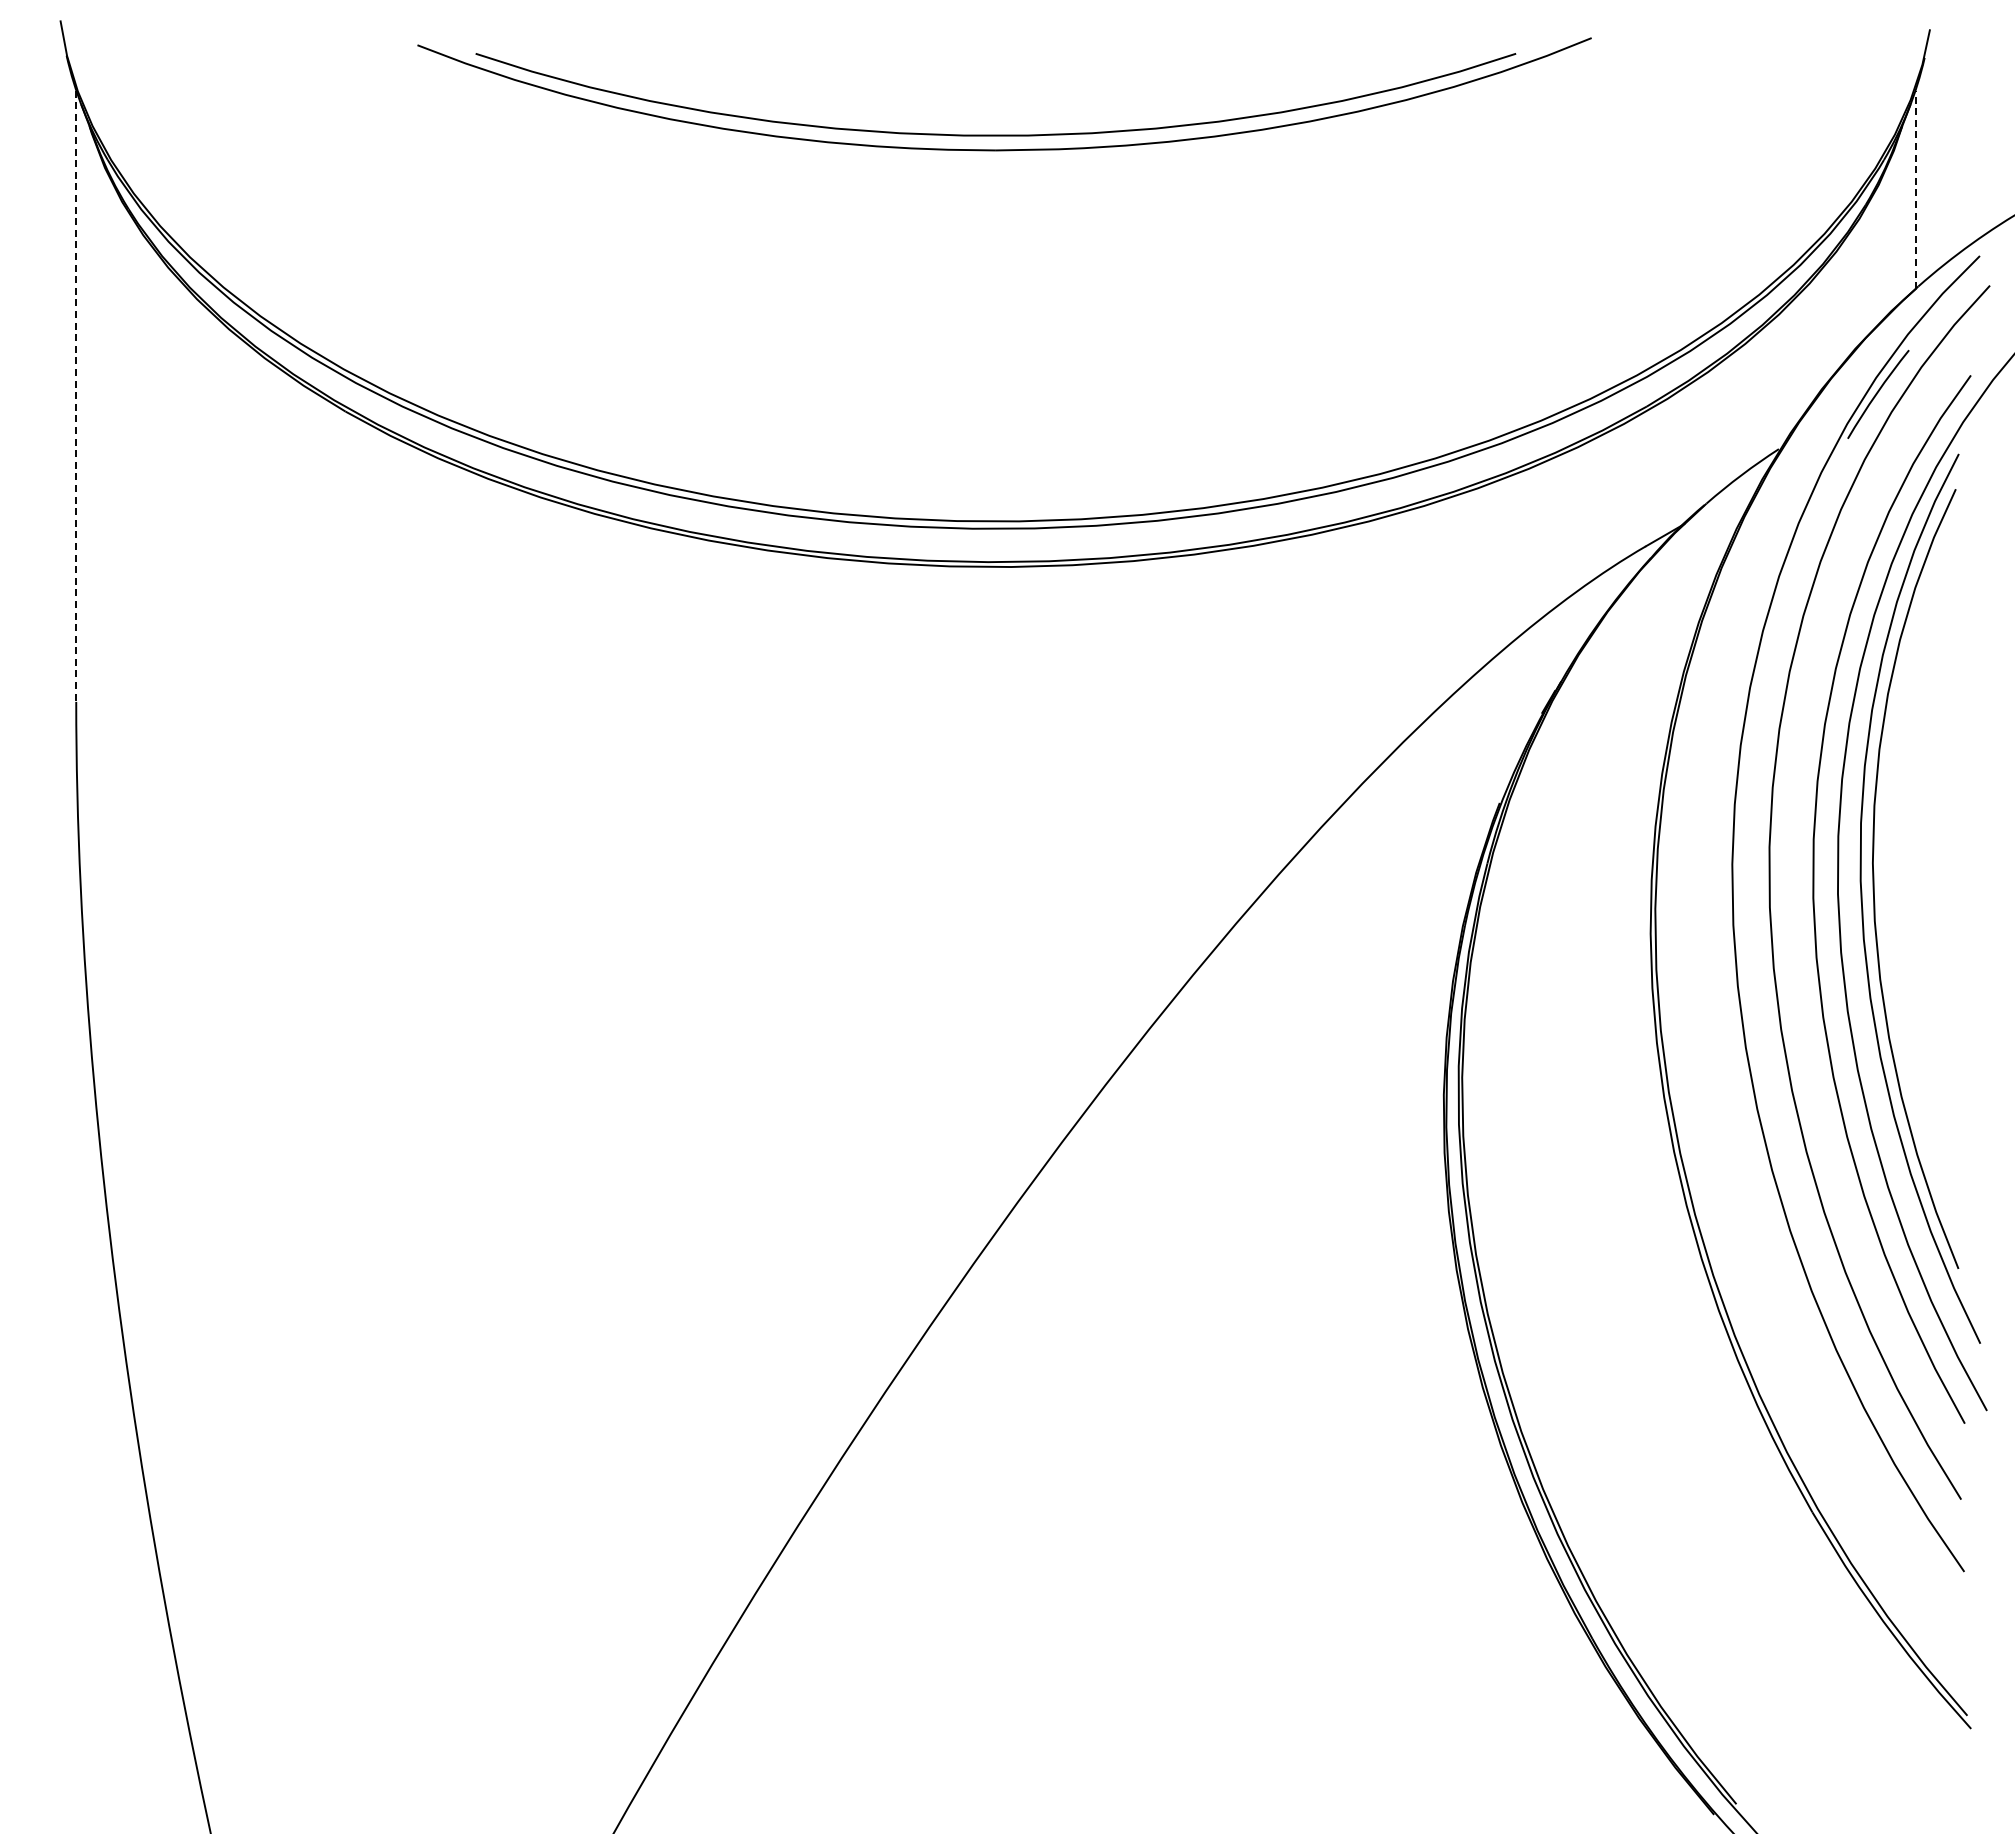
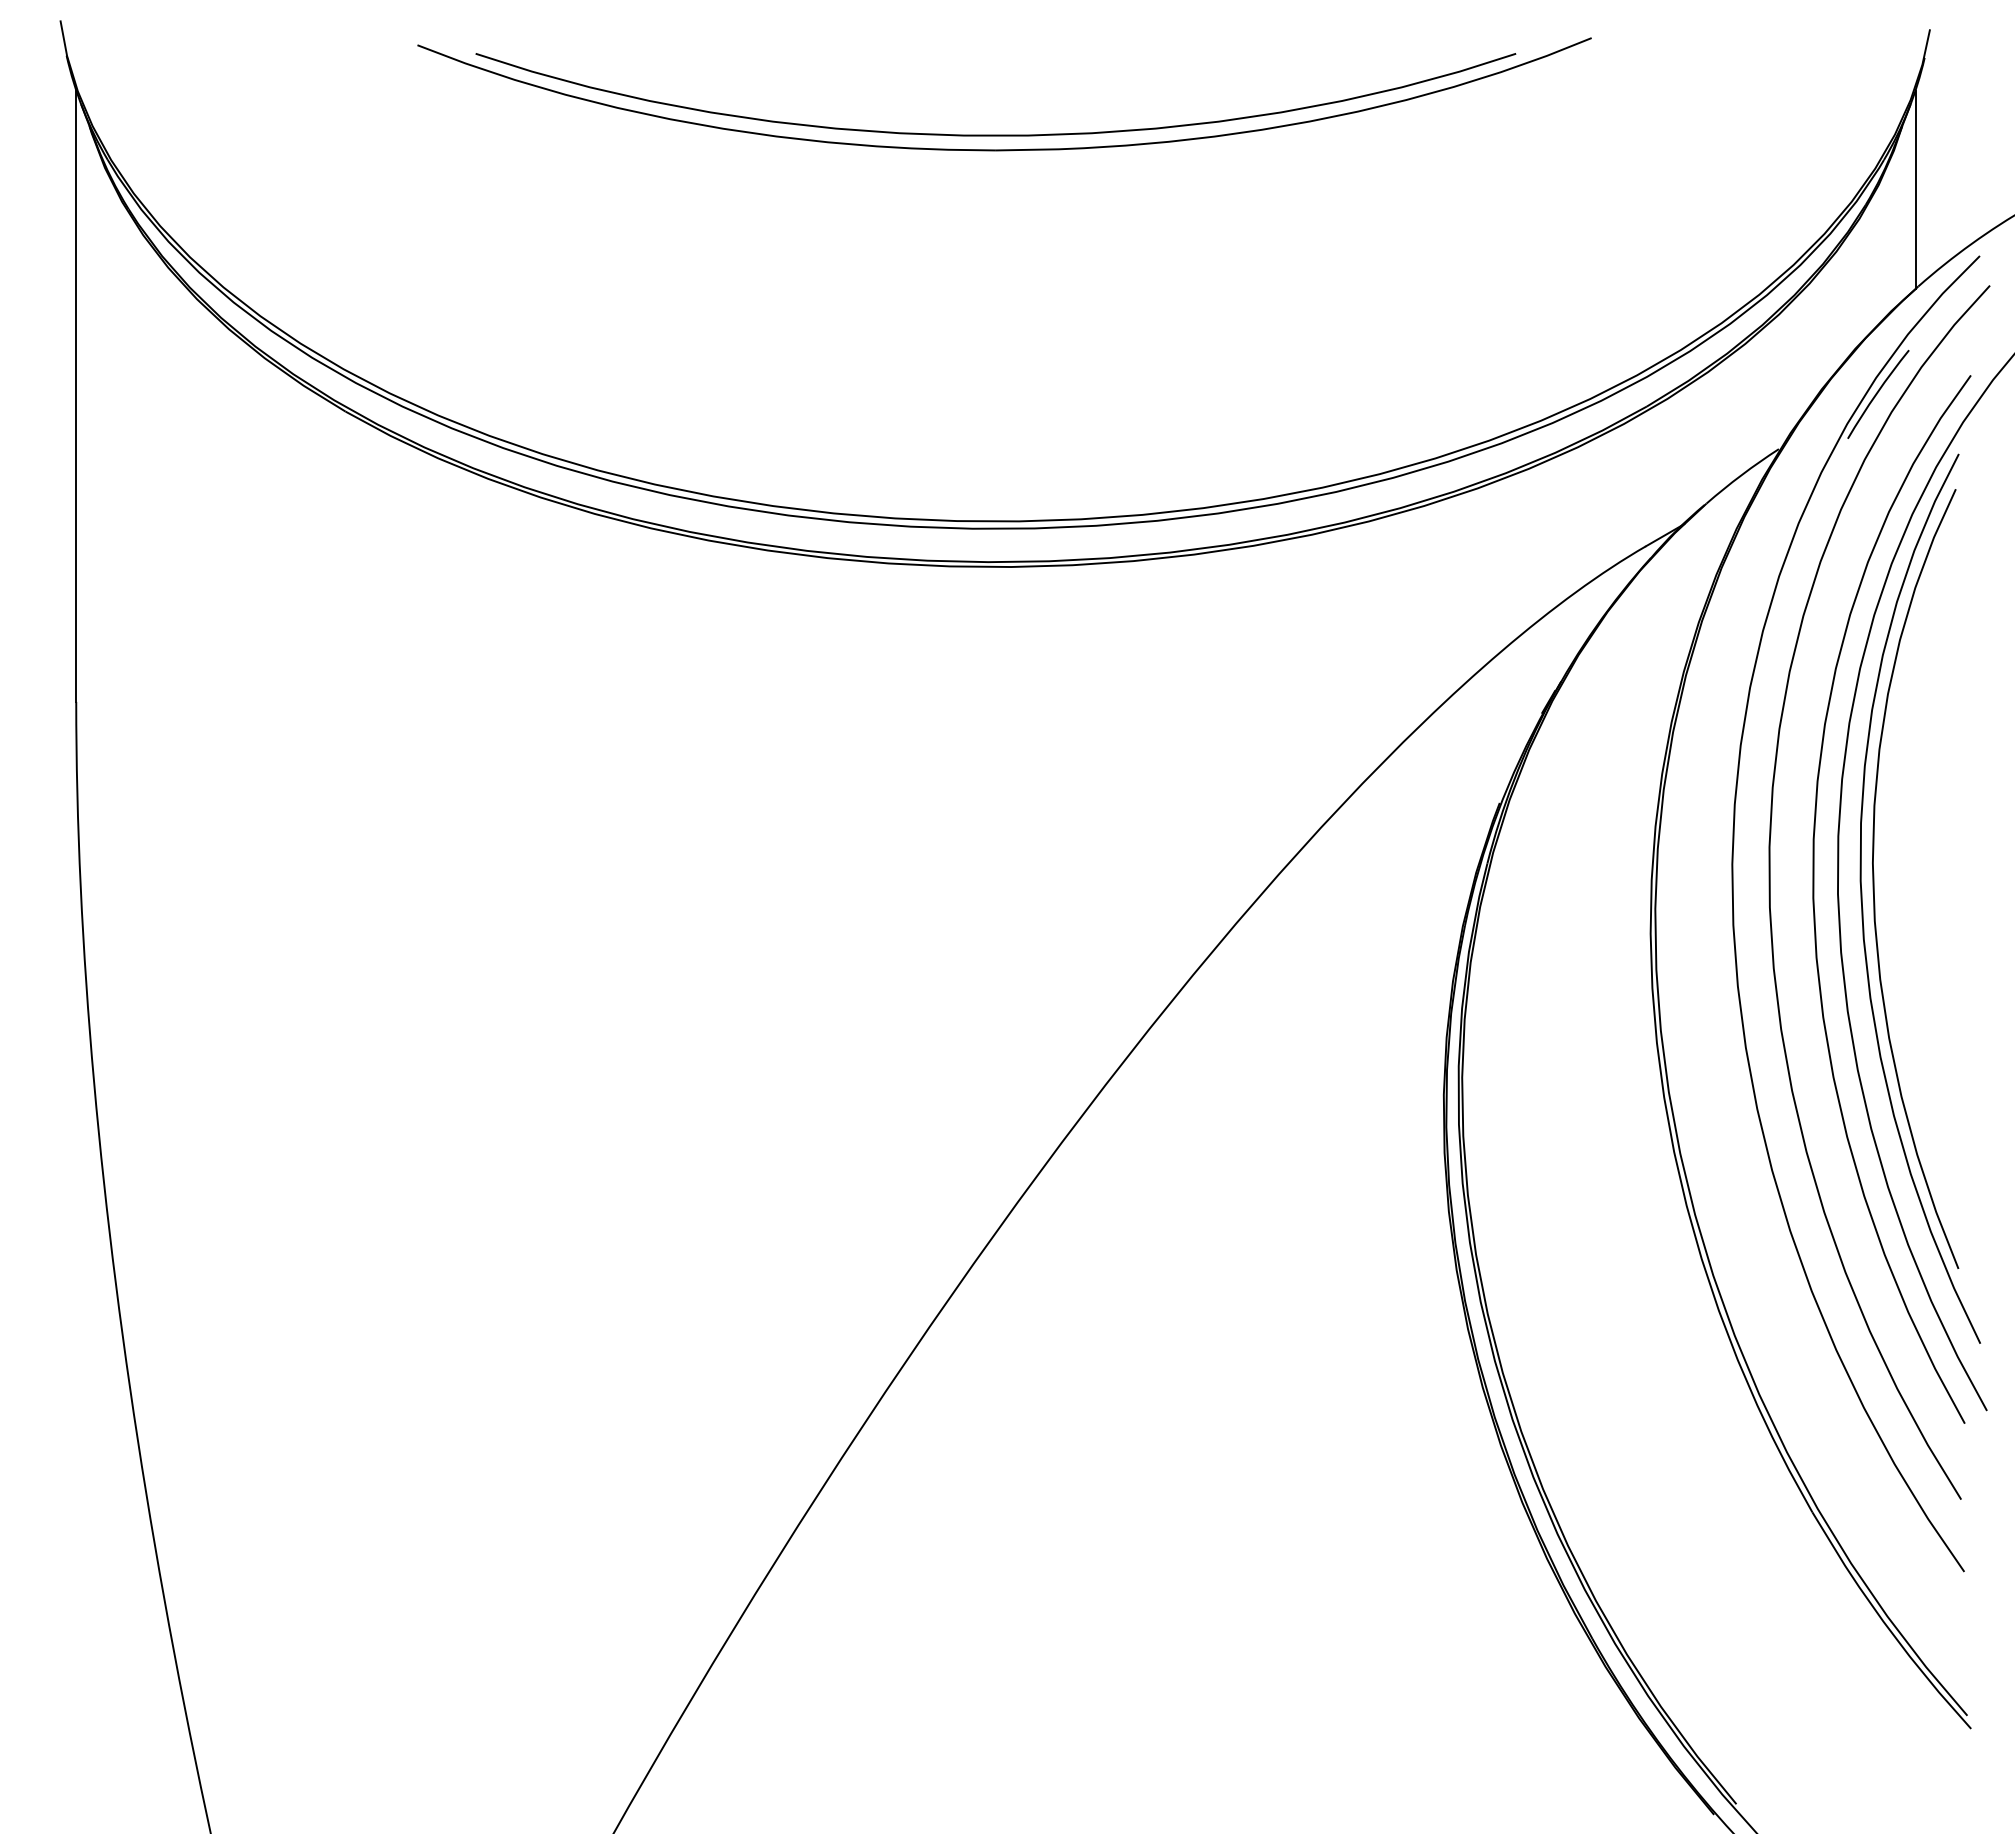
line at (1915, 189): dashed -> solid
line at (76, 396): dashed -> solid
